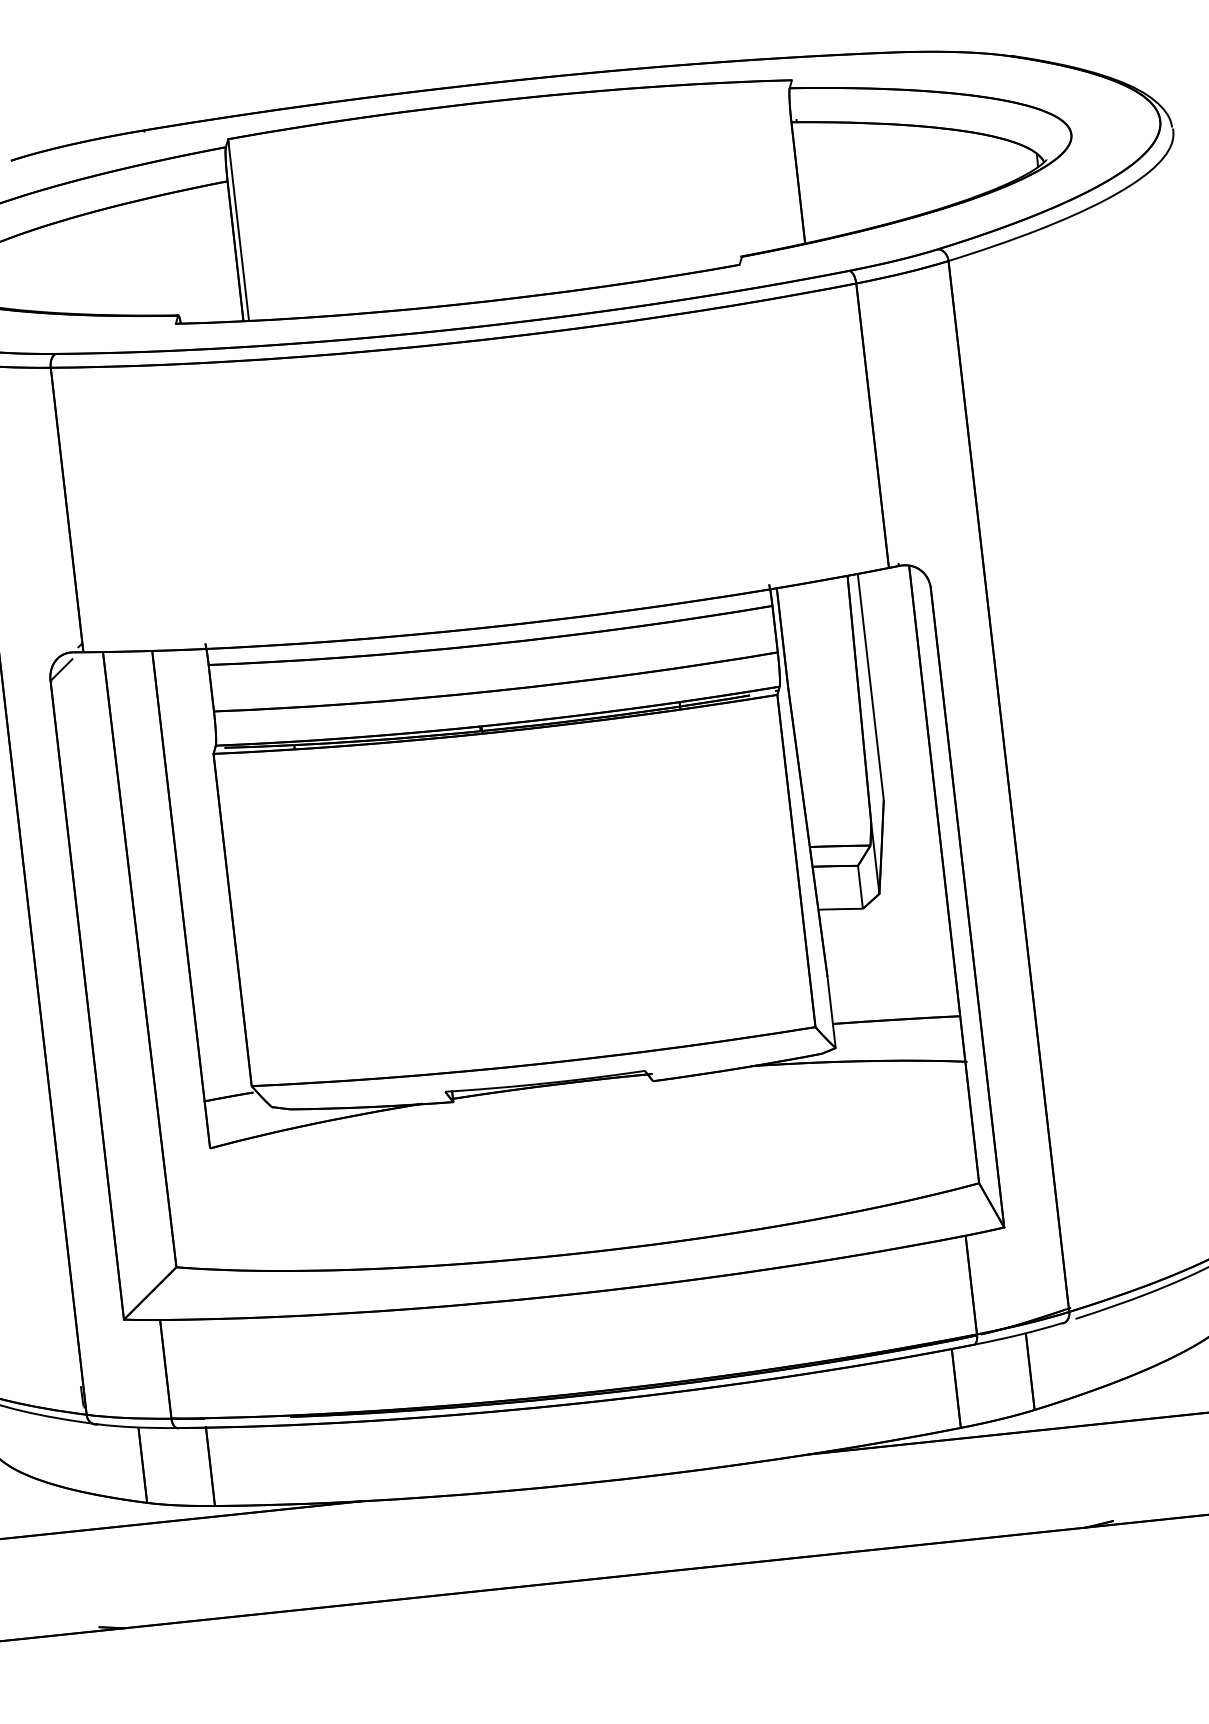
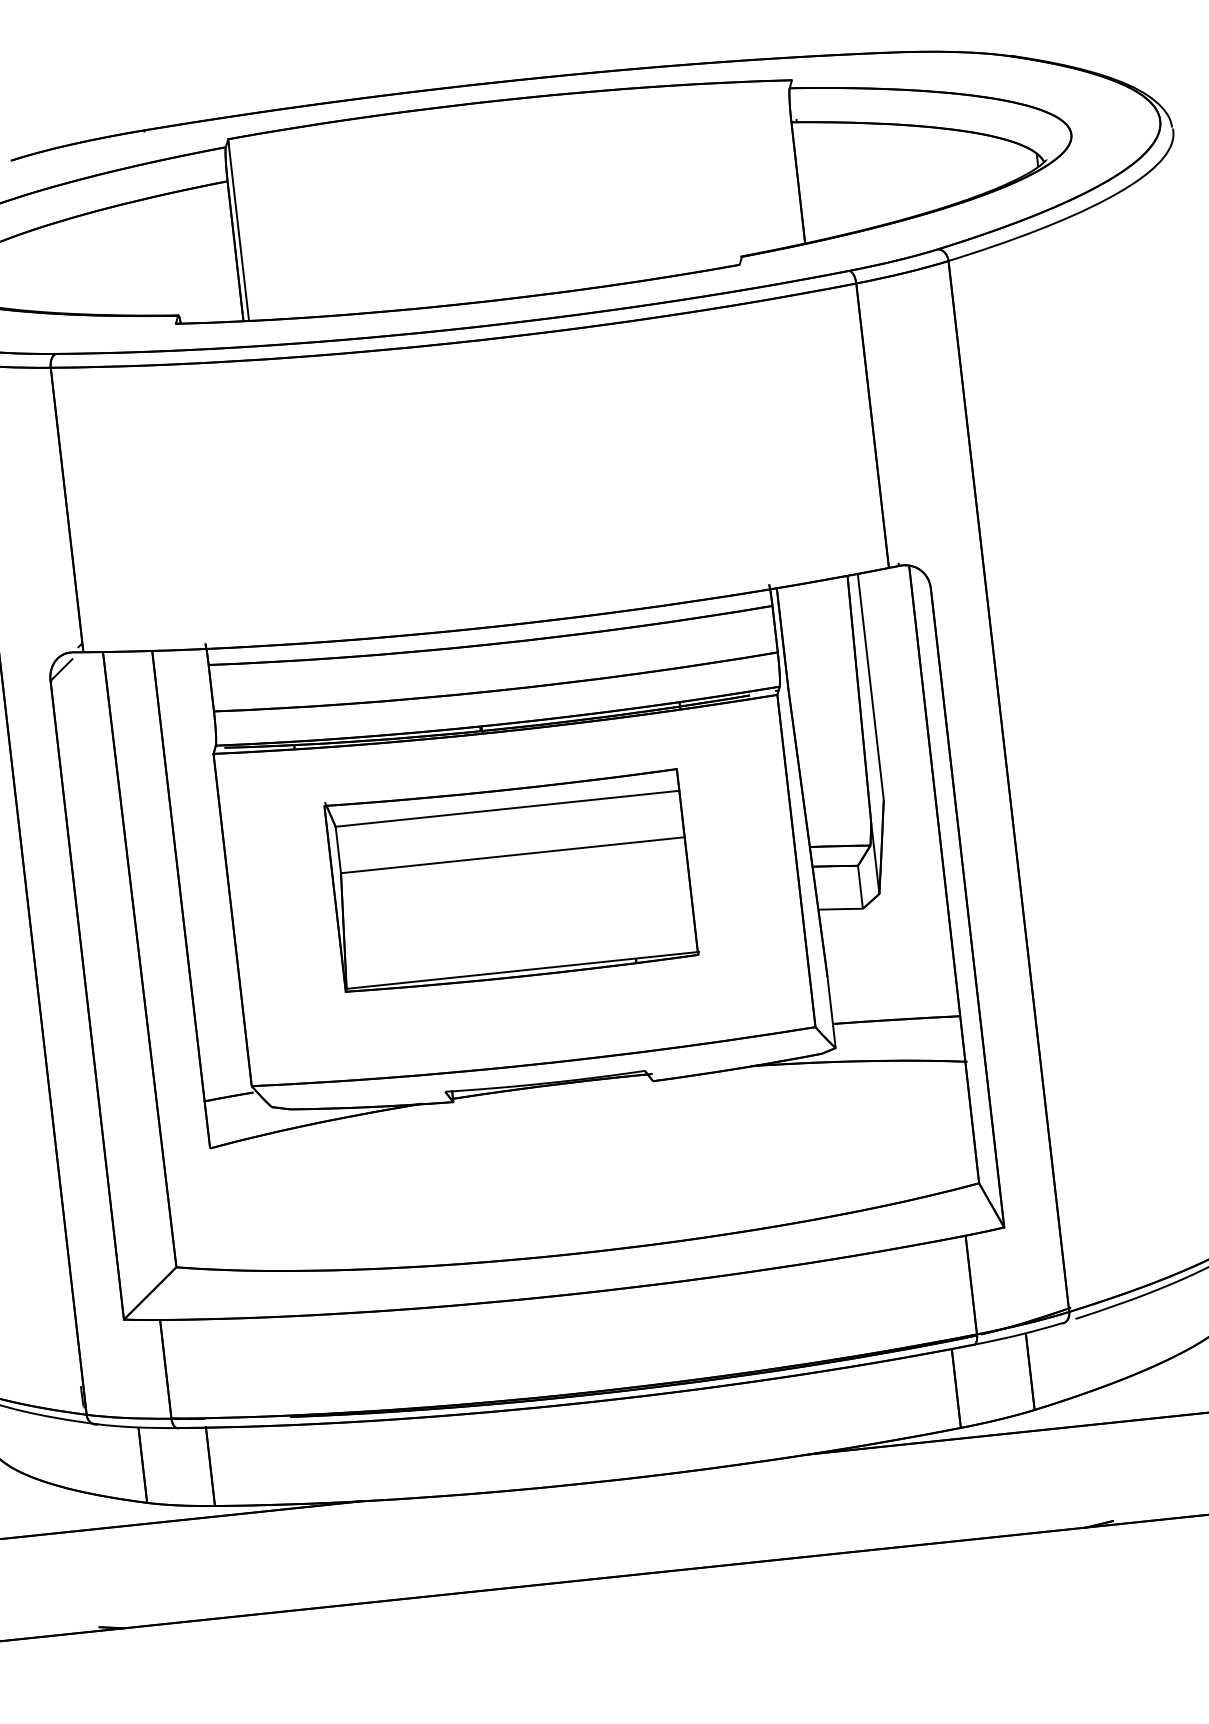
part at (511, 880): none -> present
